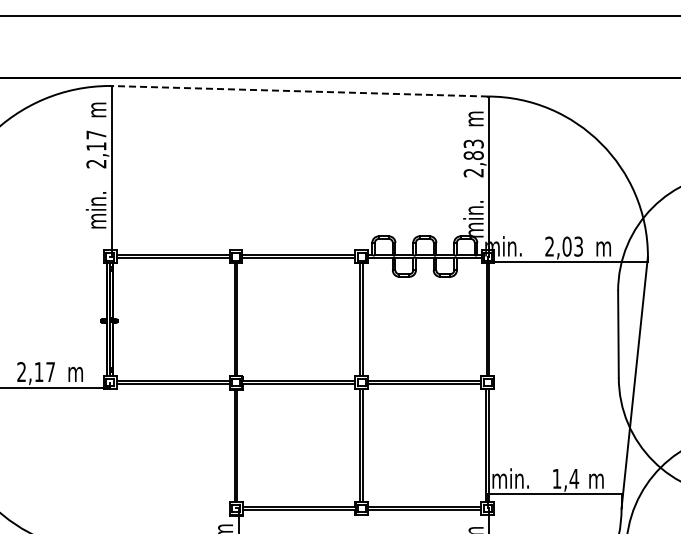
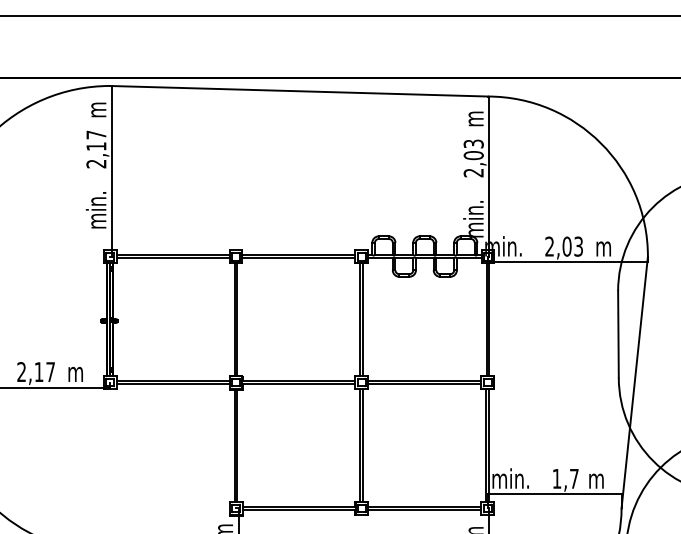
line at (299, 91): dashed -> solid
text at (473, 155): 2,83 -> 2,03
text at (574, 478): 1,4 -> 1,7
